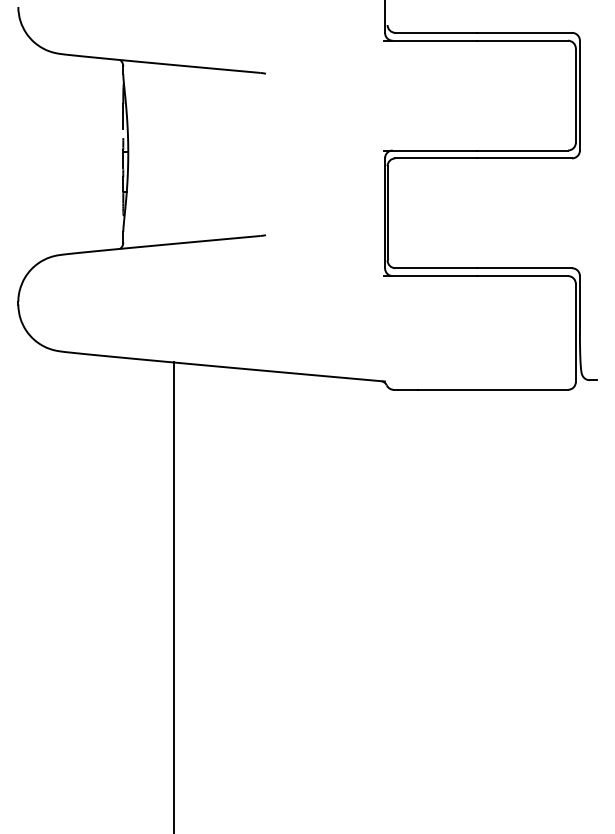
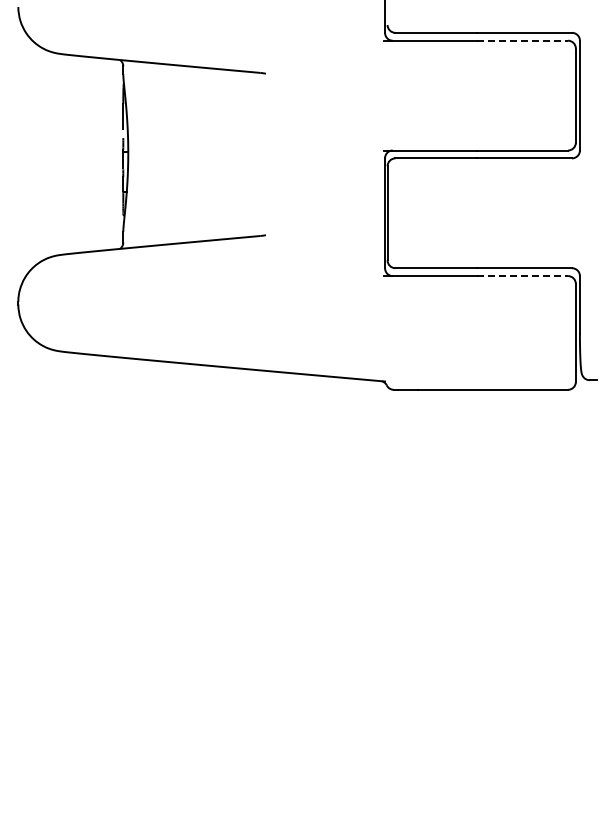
line at (523, 40): solid -> dashed
line at (523, 276): solid -> dashed
line at (173, 596): present -> none
